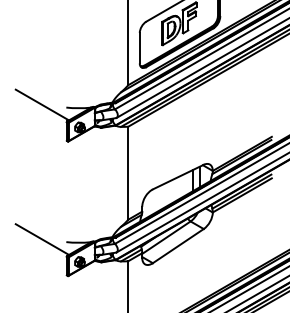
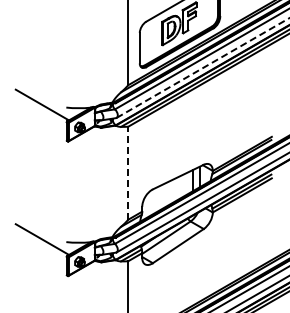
line at (203, 68): solid -> dashed
line at (128, 173): solid -> dashed
